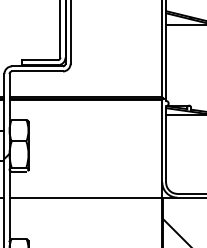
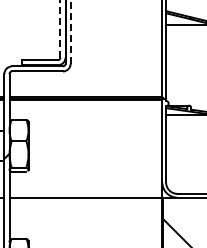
line at (60, 28): solid -> dashed
line at (70, 32): solid -> dashed
